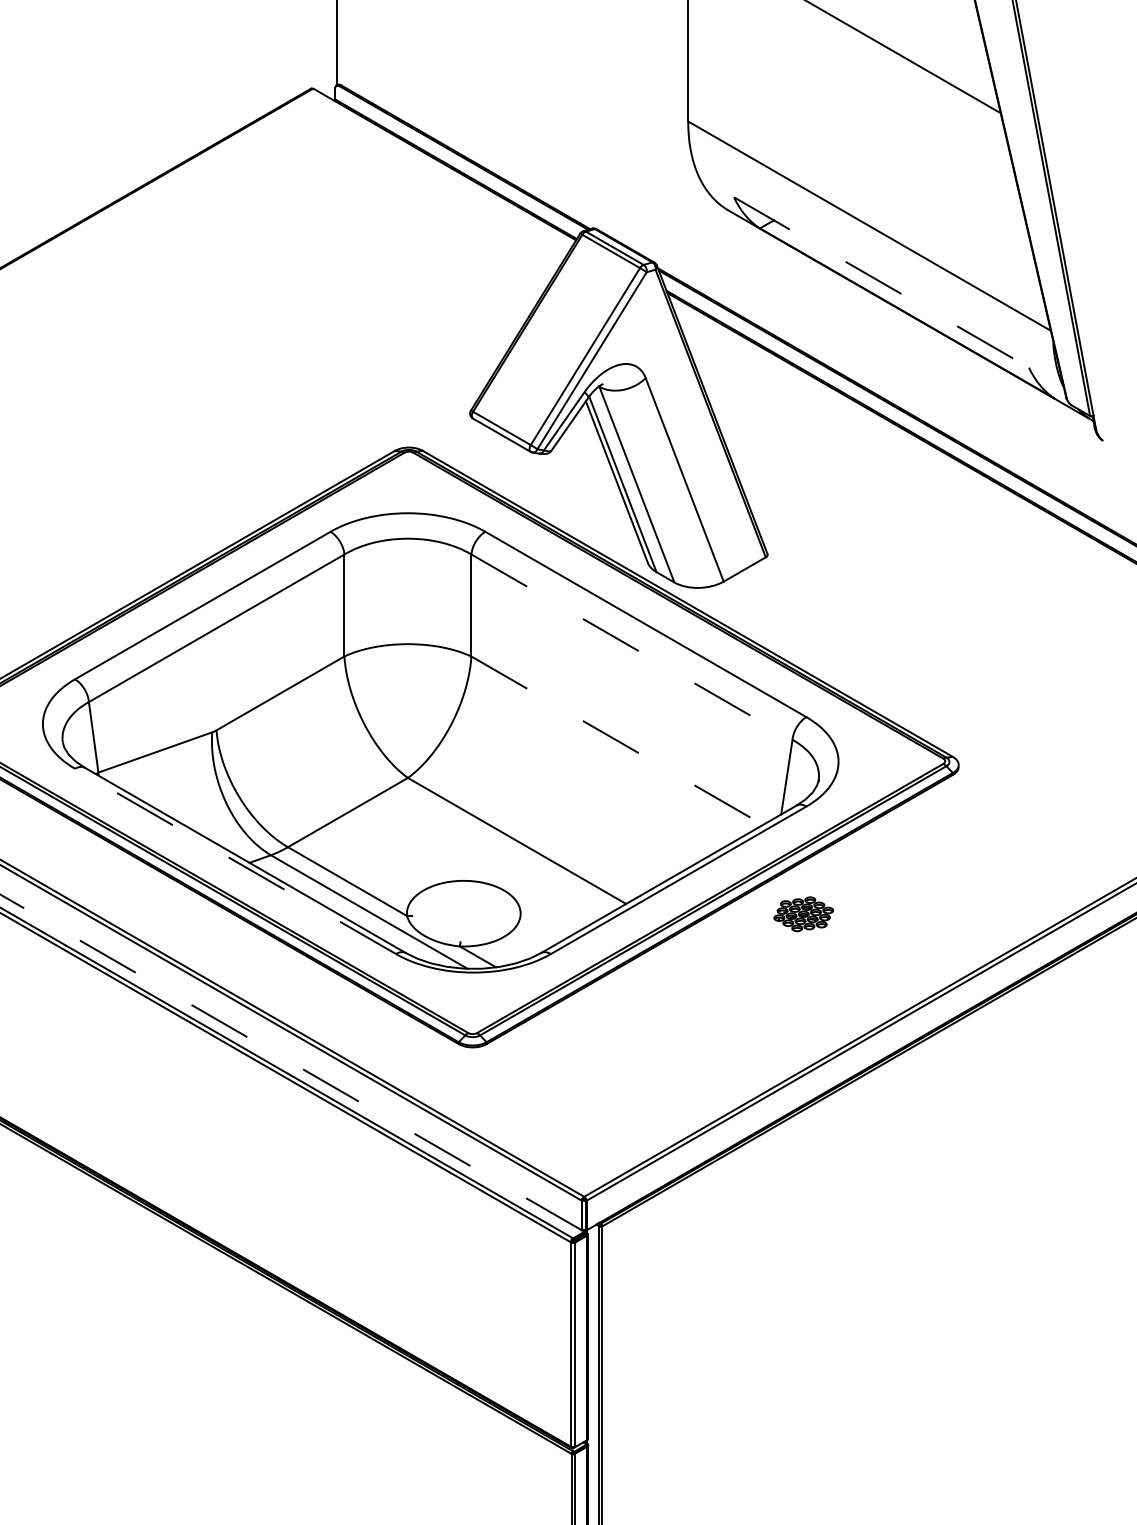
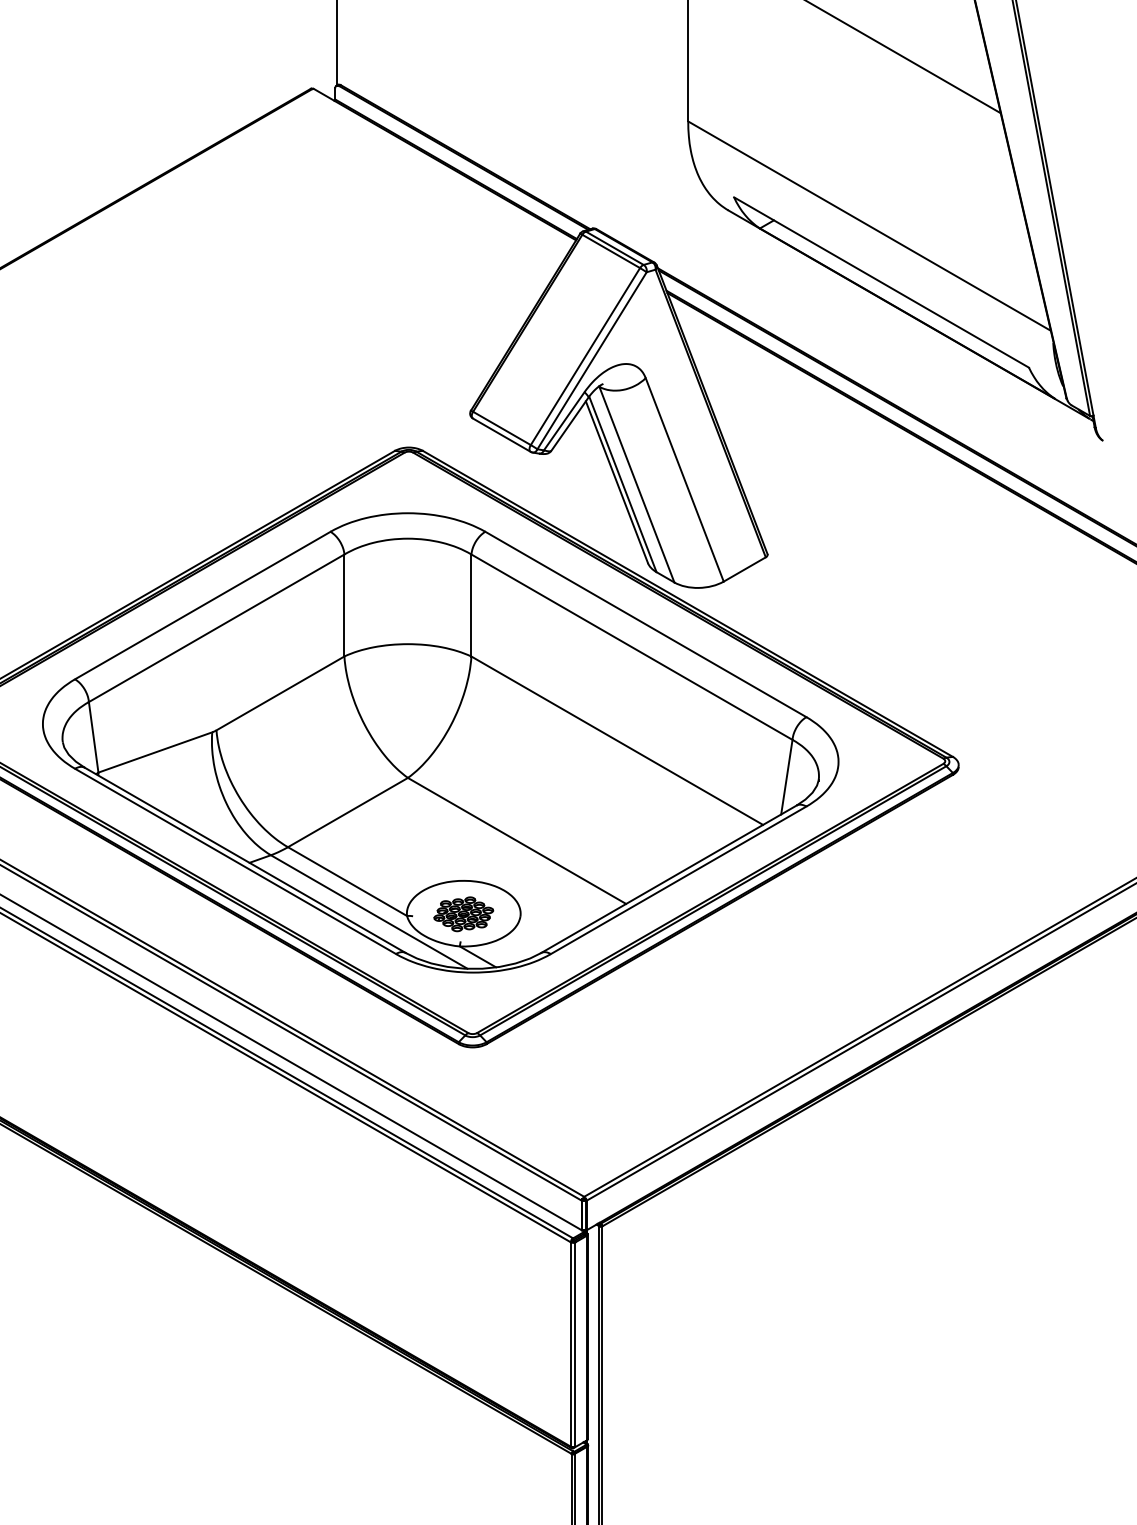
line at (881, 282): dashed -> solid
line at (632, 647): dashed -> solid
line at (617, 740): dashed -> solid
line at (235, 861): dashed -> solid
part at (803, 914) position: (803, 914) -> (463, 914)
line at (291, 1062): dashed -> solid
